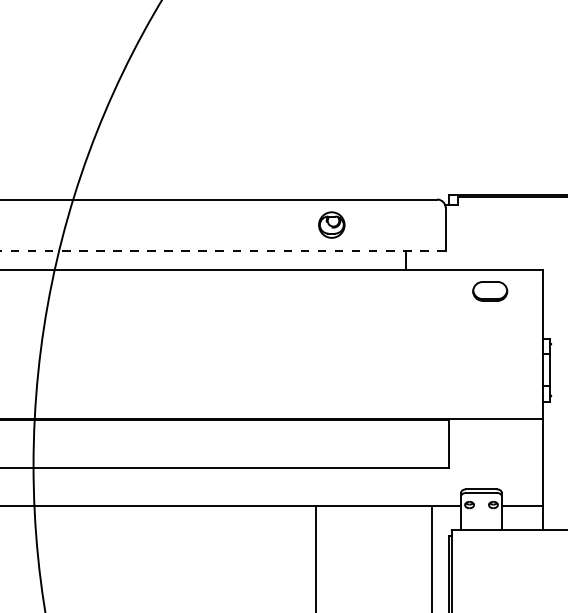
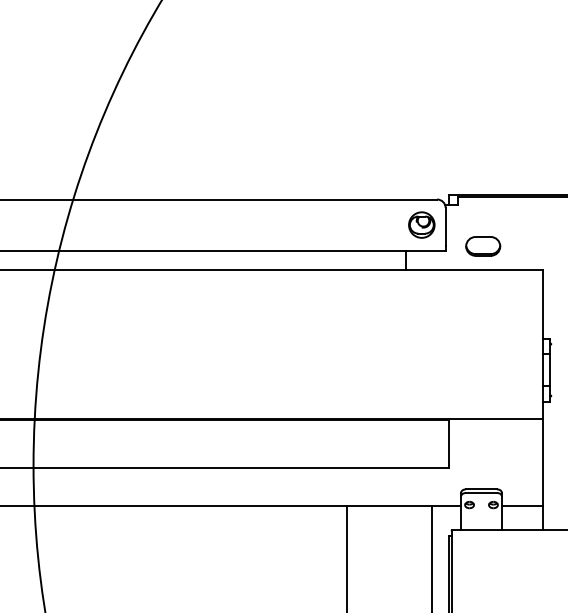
part at (331, 224) position: (331, 224) -> (421, 224)
line at (222, 250): dashed -> solid
part at (490, 291) position: (490, 291) -> (483, 246)
line at (315, 557) position: (315, 557) -> (346, 557)
